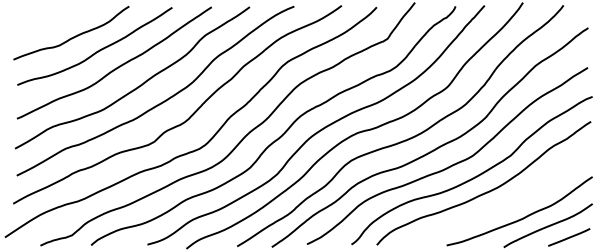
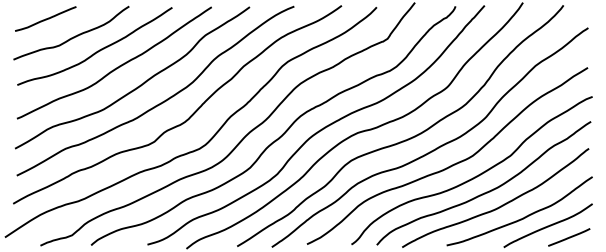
curve at (45, 18): none -> present
curve at (500, 205): none -> present
